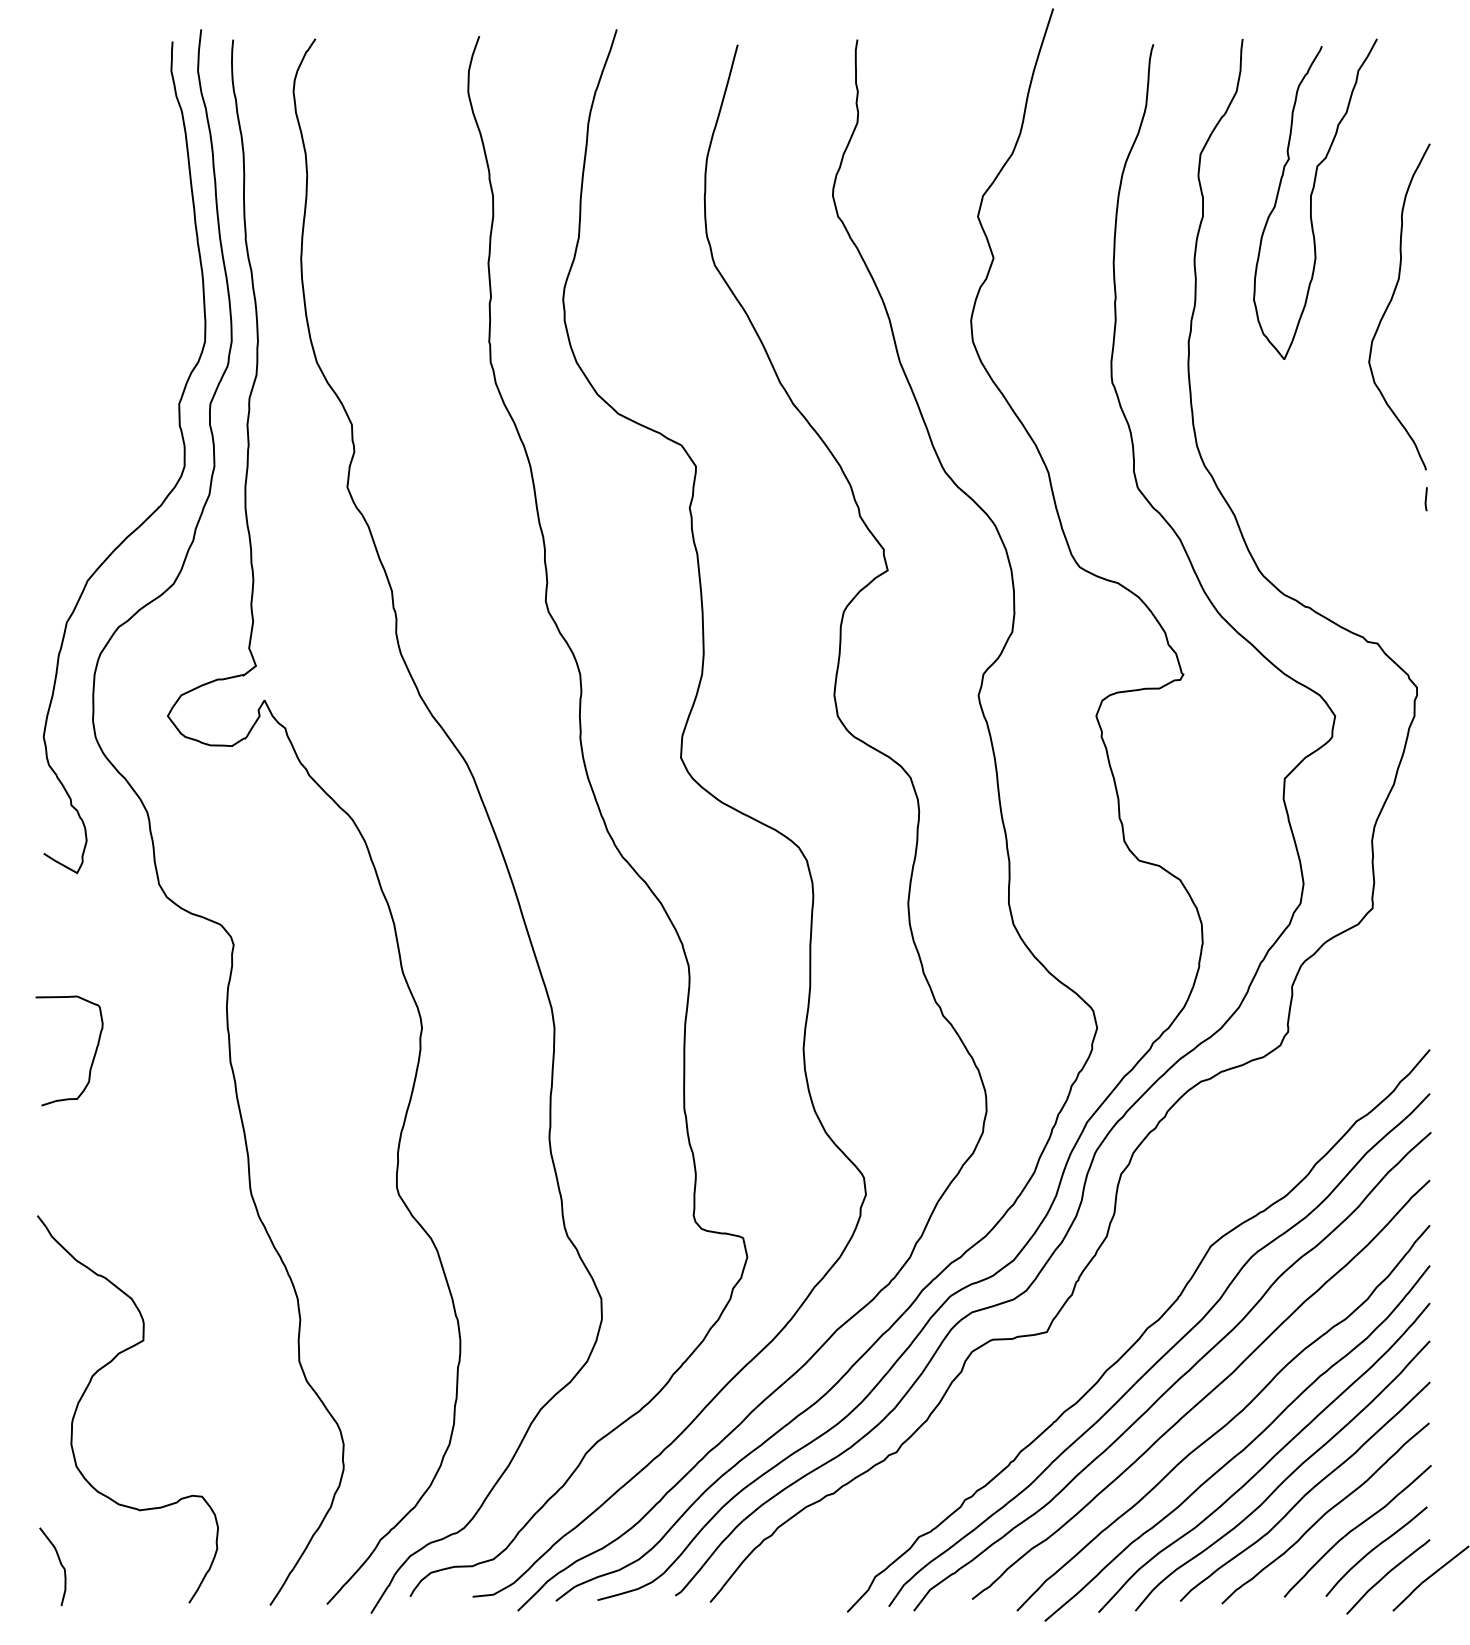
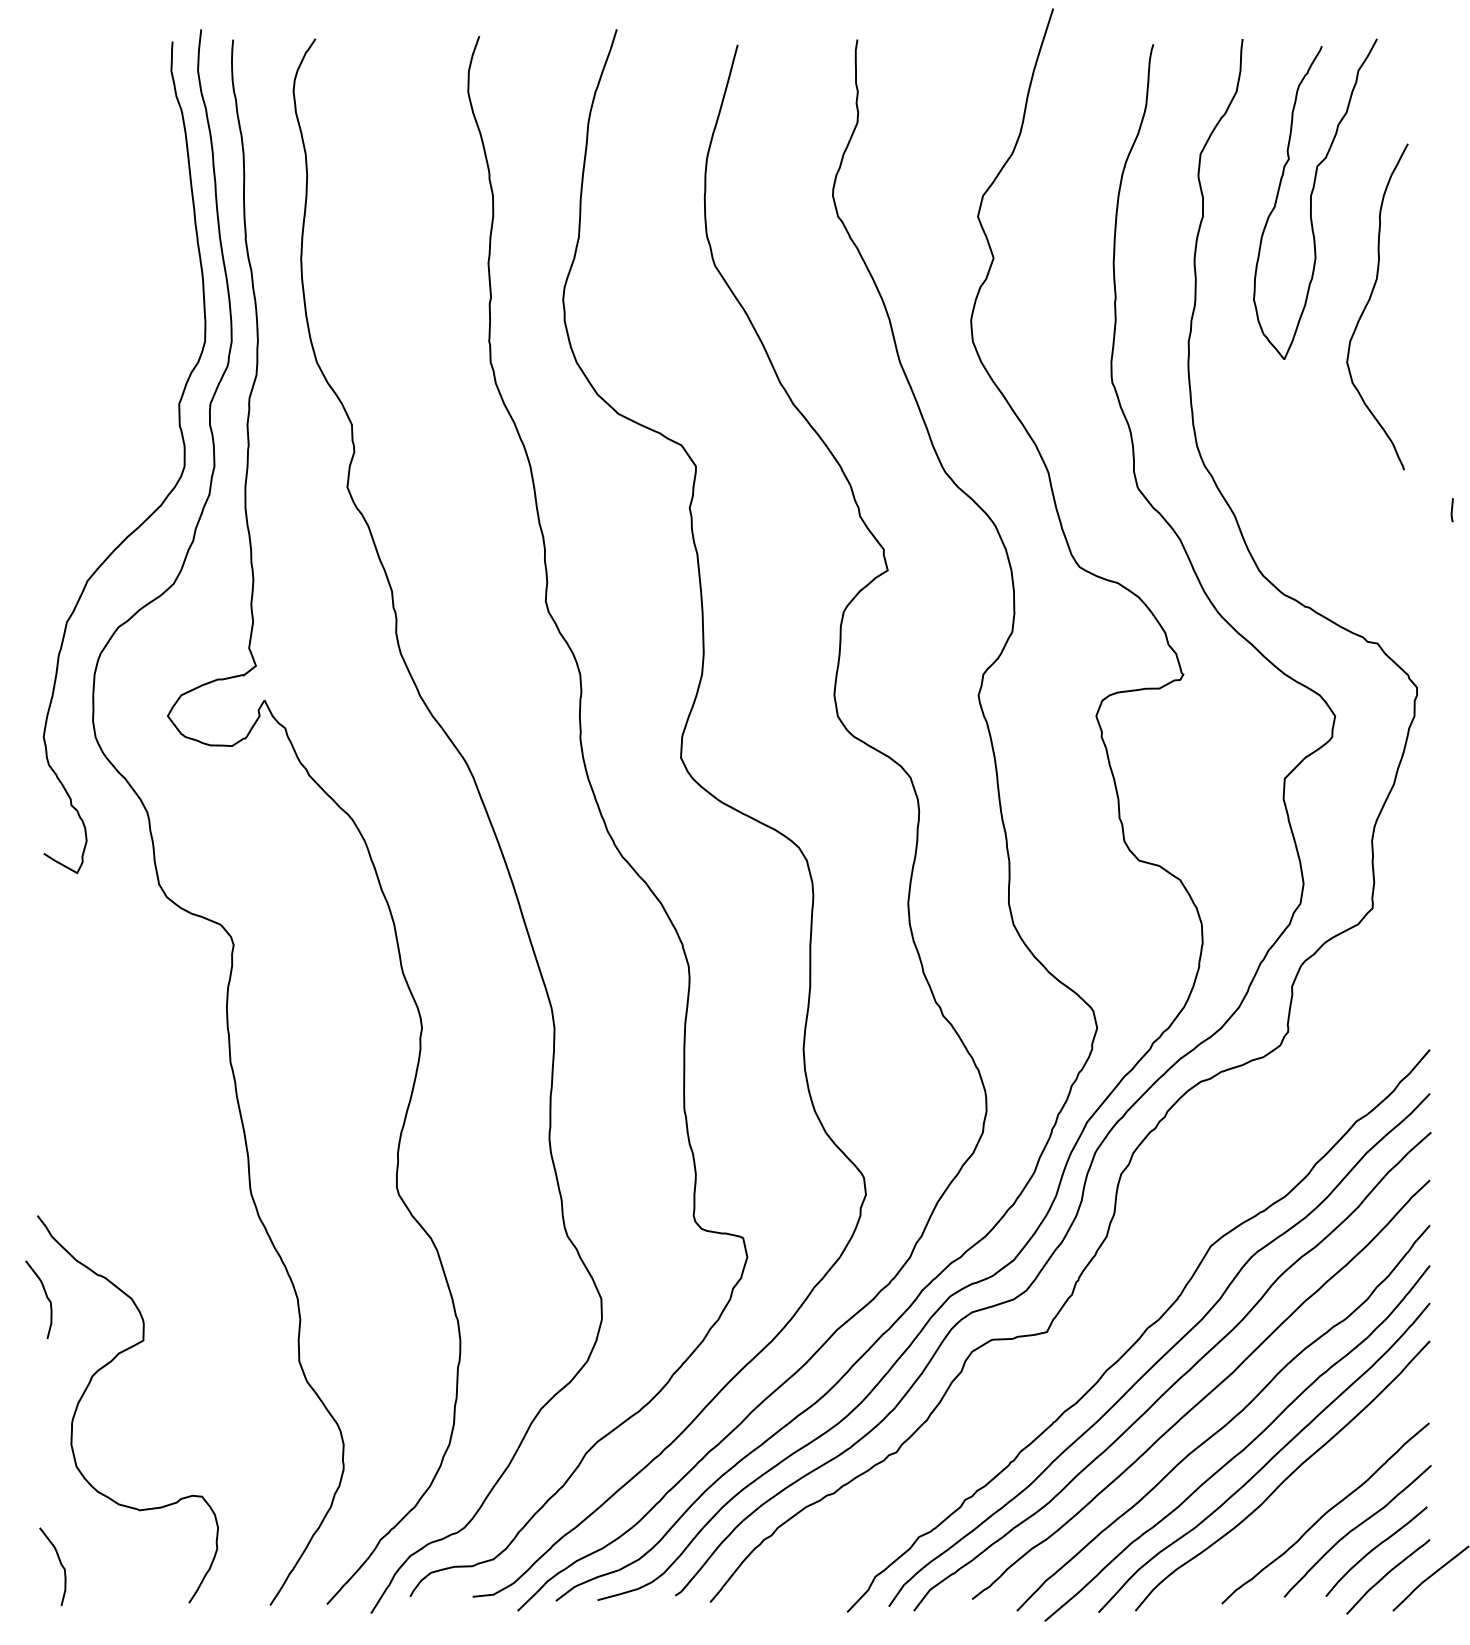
curve at (1391, 301) position: (1391, 301) -> (1369, 301)
line at (1425, 499) position: (1425, 499) -> (1451, 510)
curve at (93, 1055): present -> none
curve at (45, 1295): none -> present
curve at (1306, 1492): present -> none
